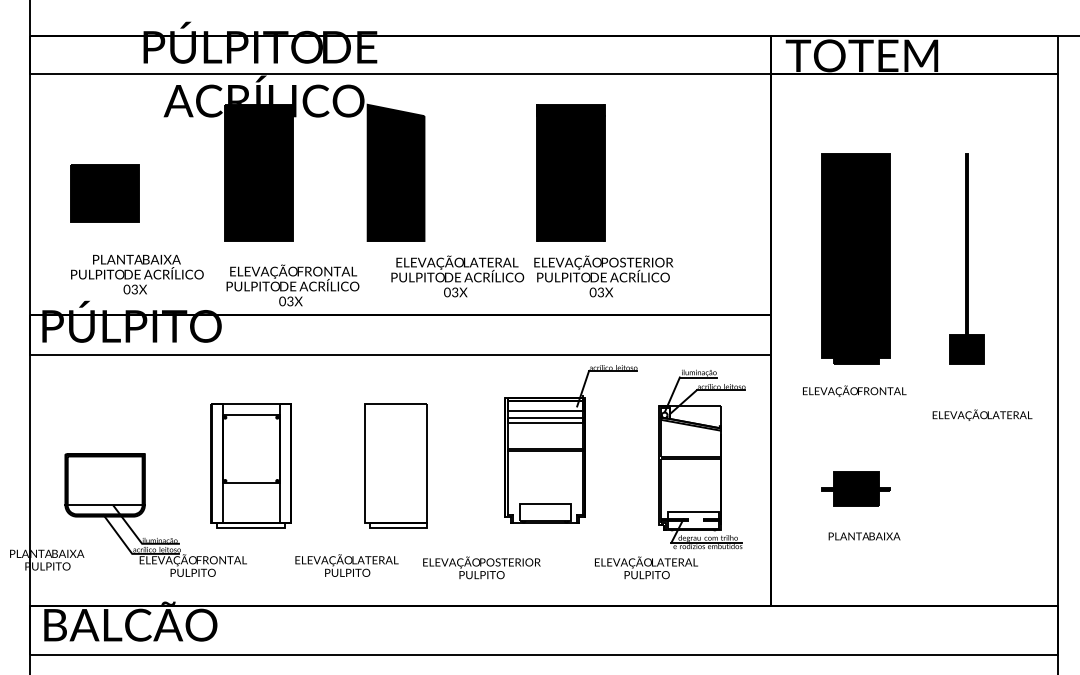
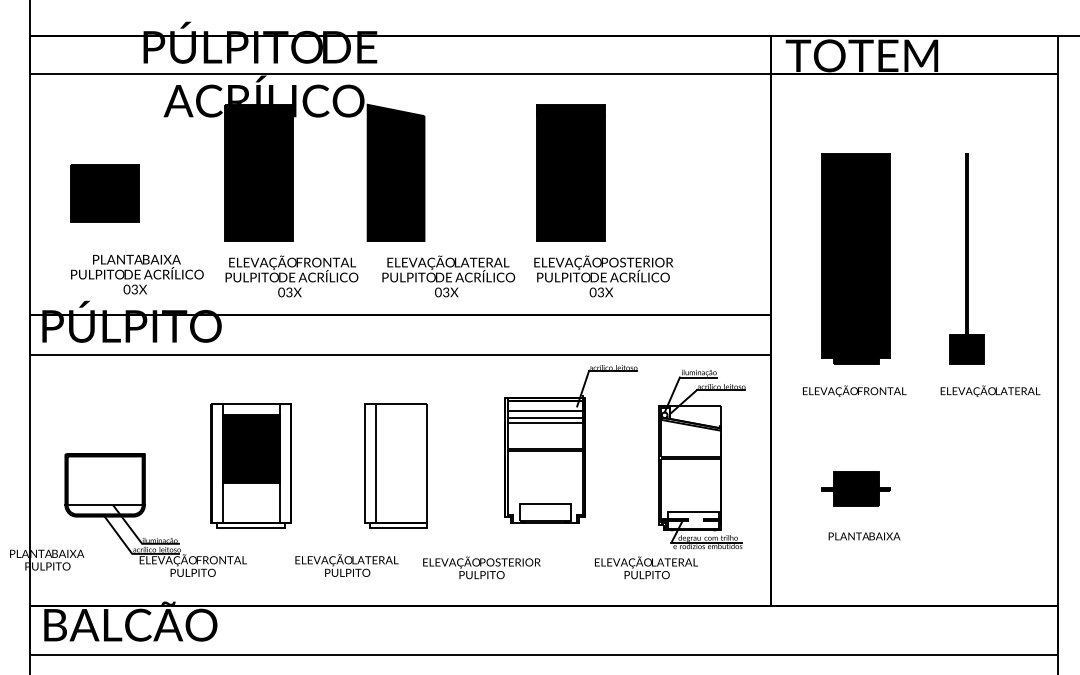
text at (457, 276) position: (457, 276) -> (448, 276)
text at (292, 285) position: (292, 285) -> (291, 276)
text at (982, 414) position: (982, 414) -> (990, 390)
fill at (251, 449): none -> present
line at (375, 462): none -> present
